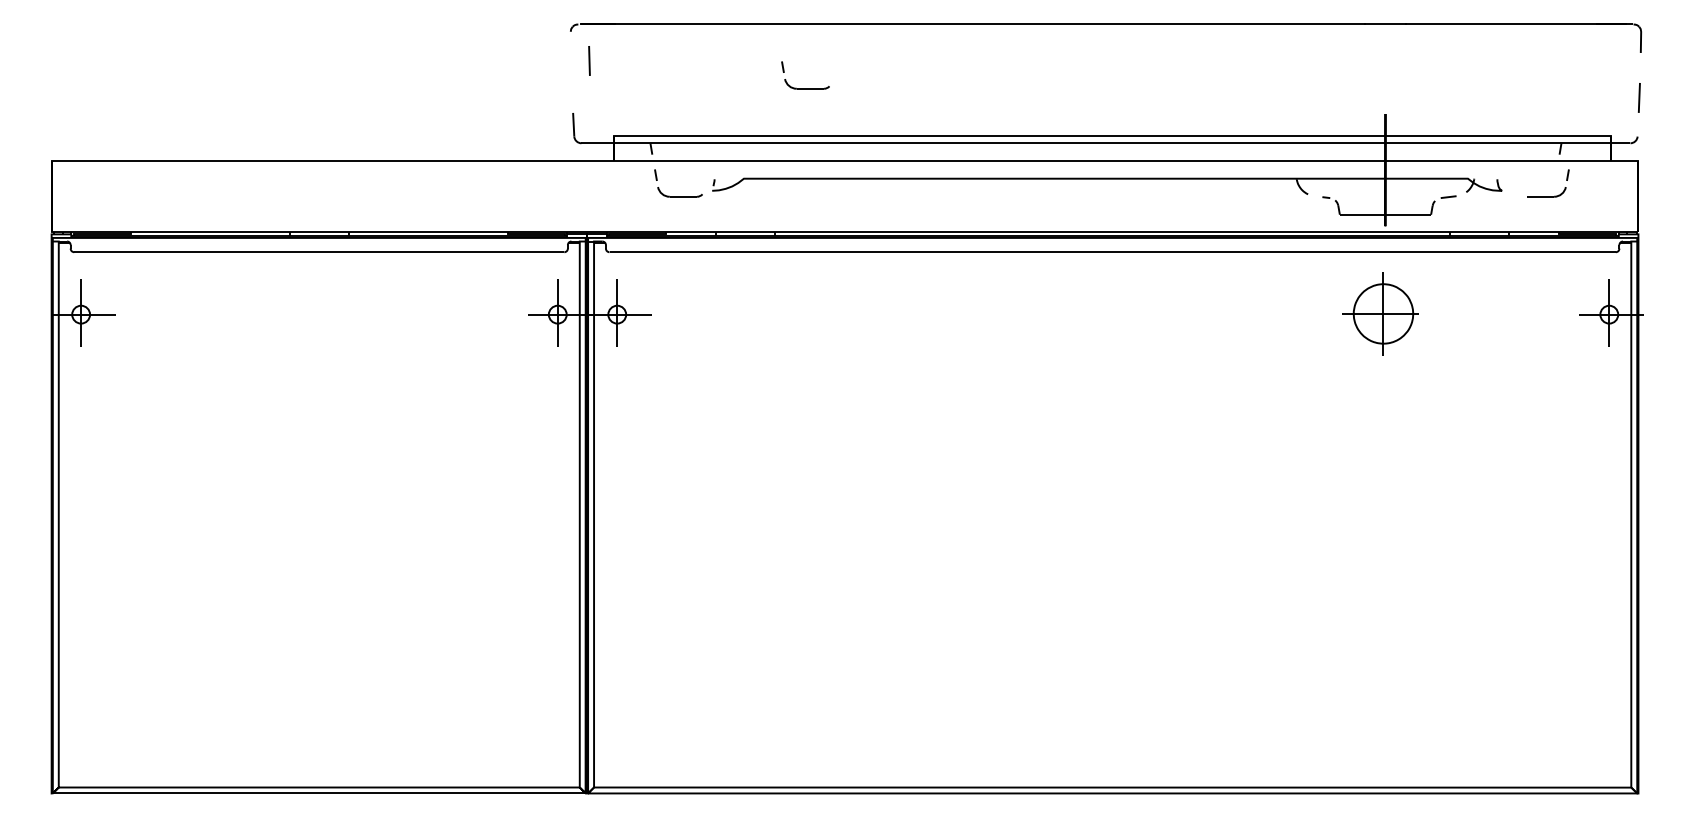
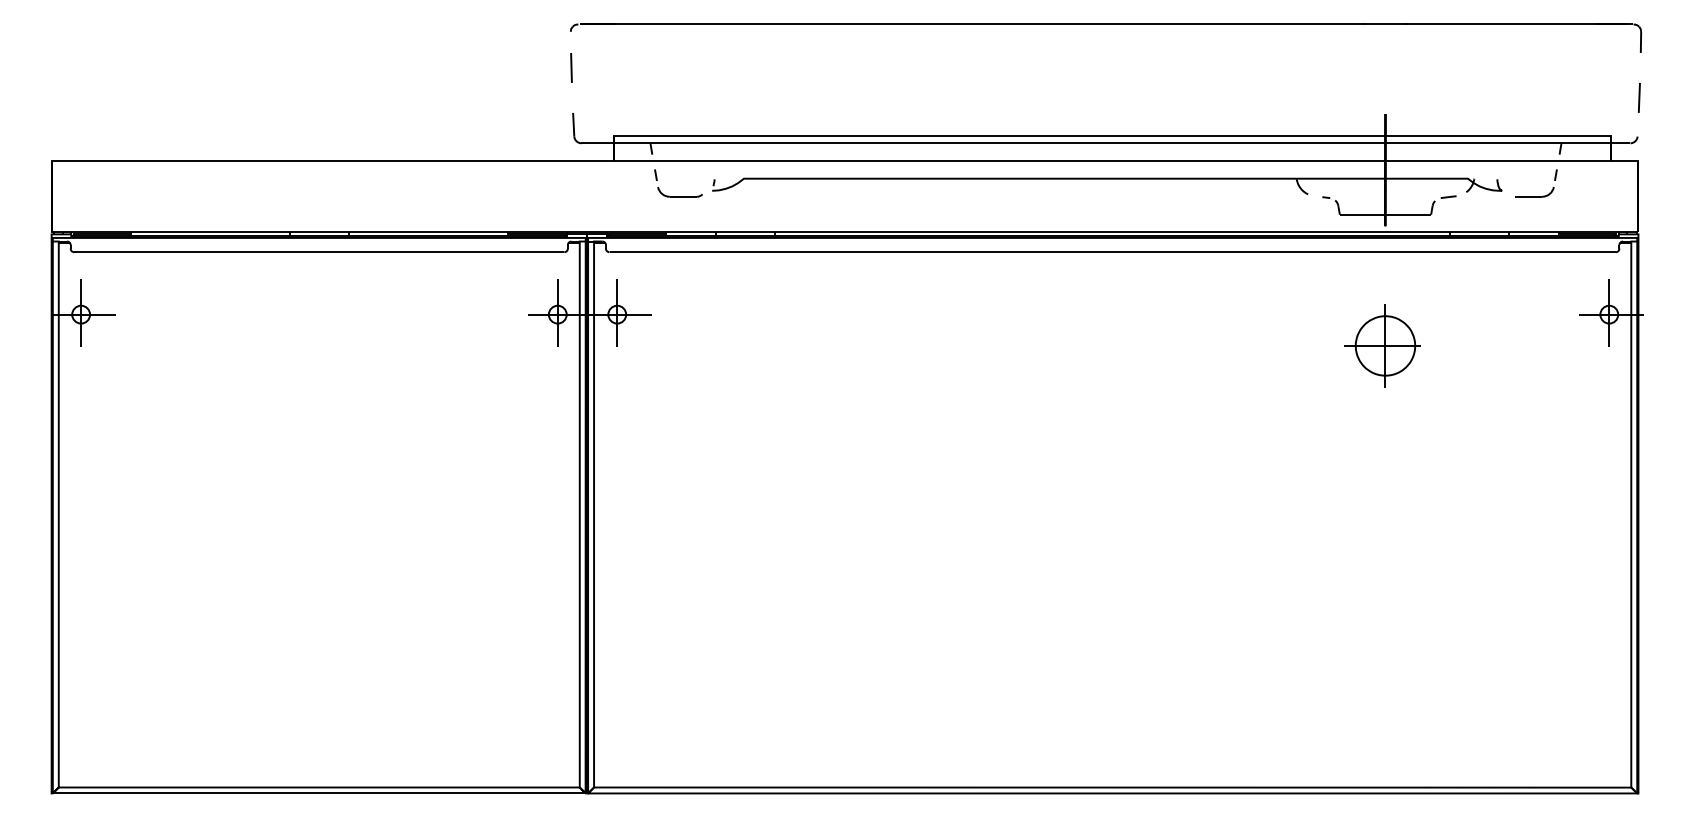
line at (589, 60) position: (589, 60) -> (571, 67)
part at (805, 88): present -> none
part at (1548, 196) position: (1548, 196) -> (1536, 196)
part at (1380, 313) position: (1380, 313) -> (1382, 345)
